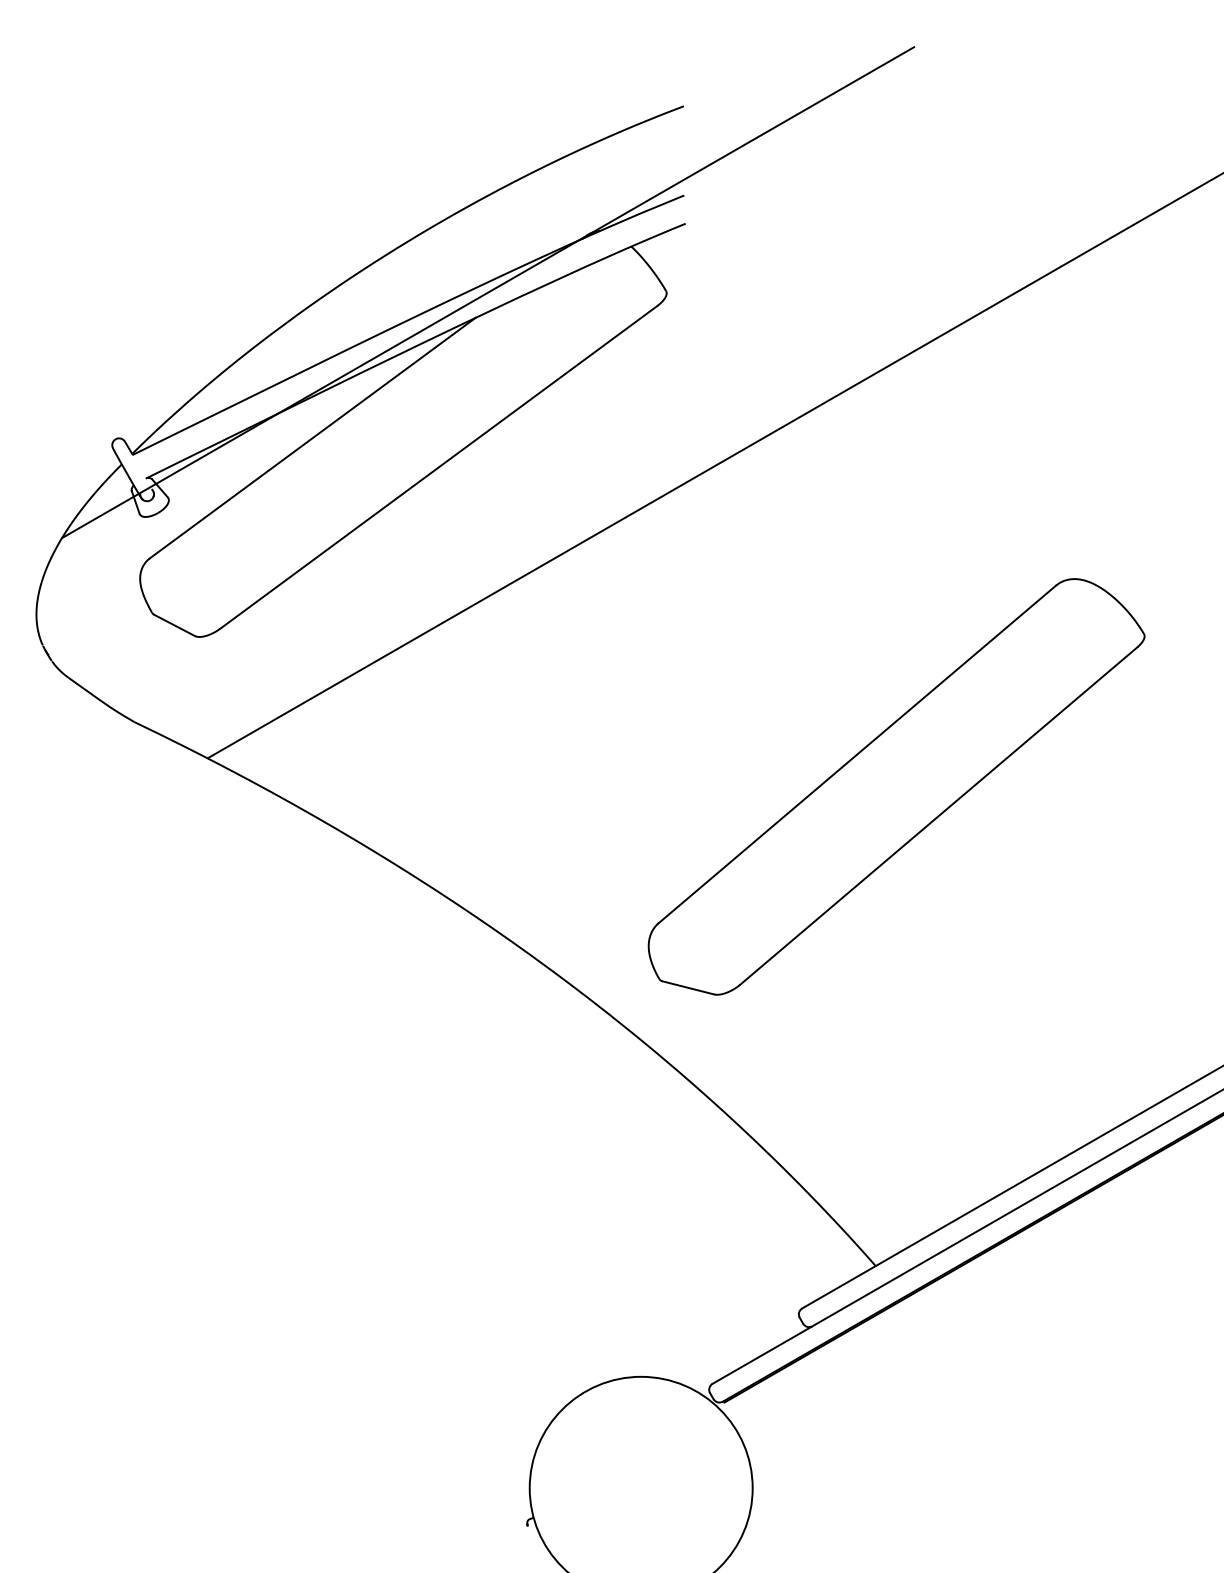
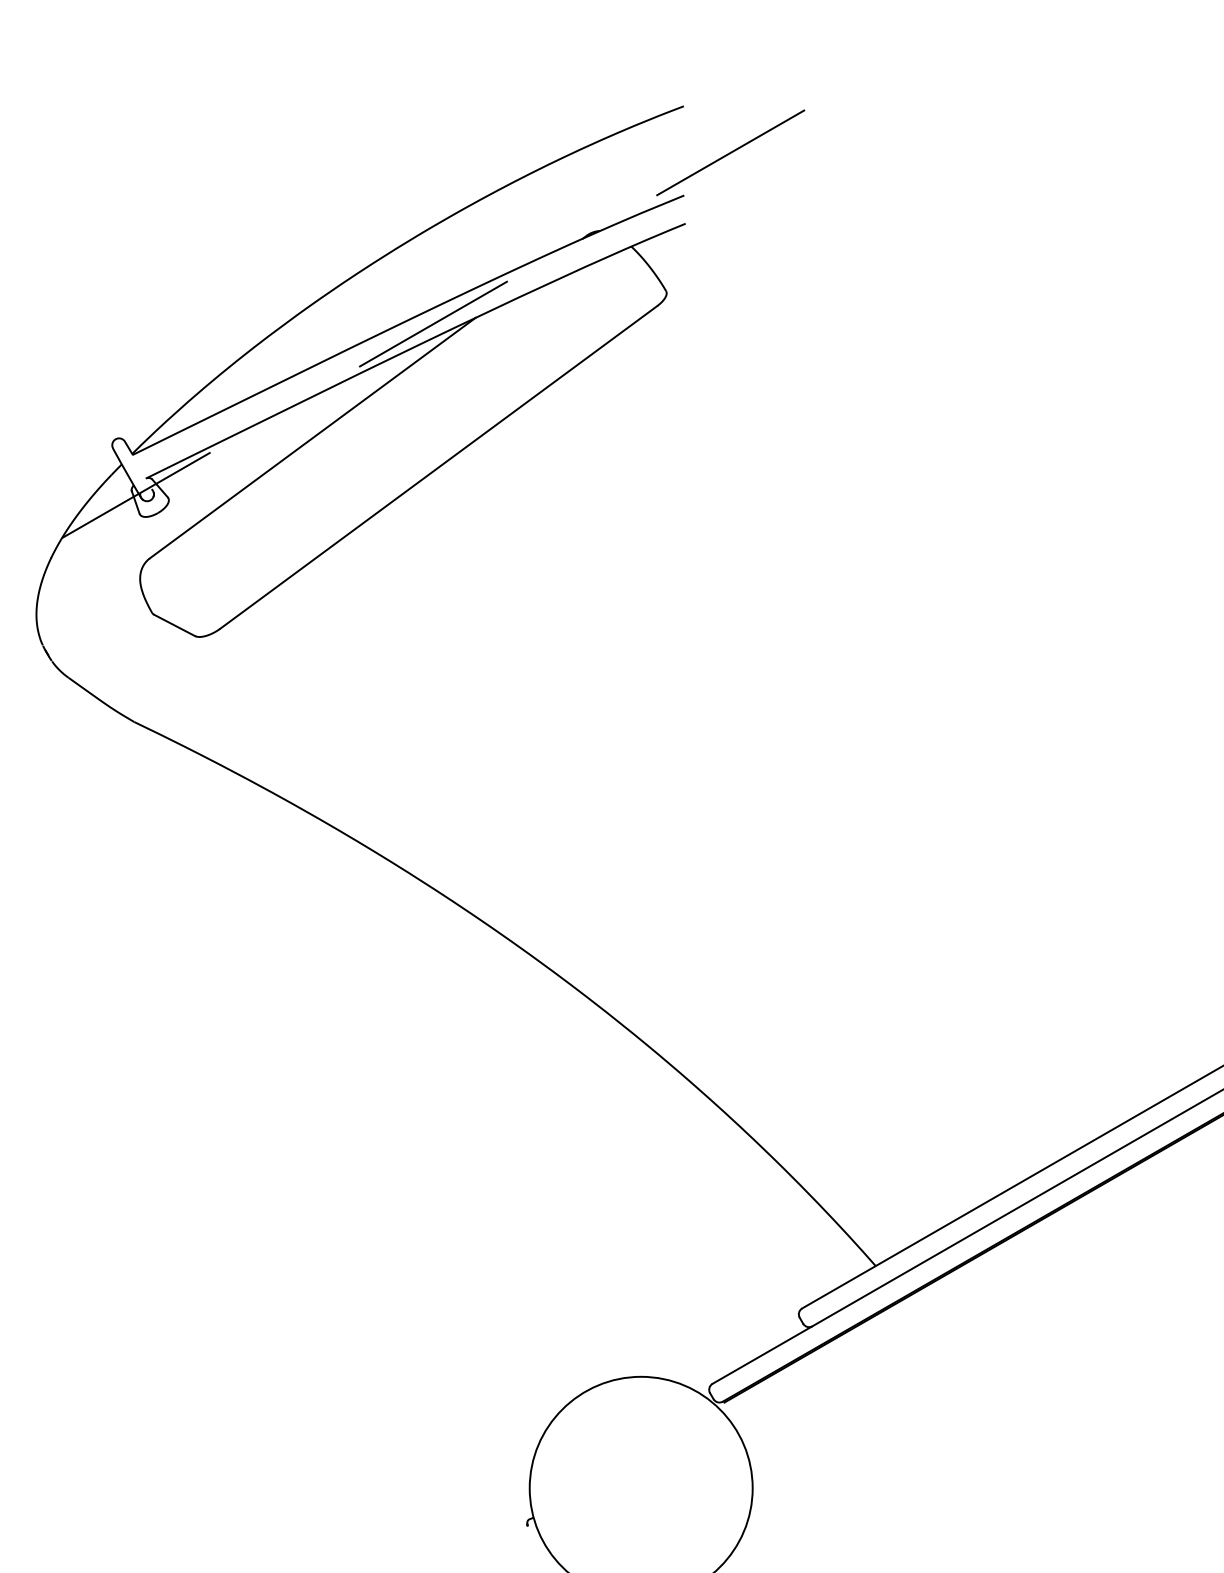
line at (488, 292): solid -> dashed
line at (714, 465): present -> none
part at (896, 786): present -> none
